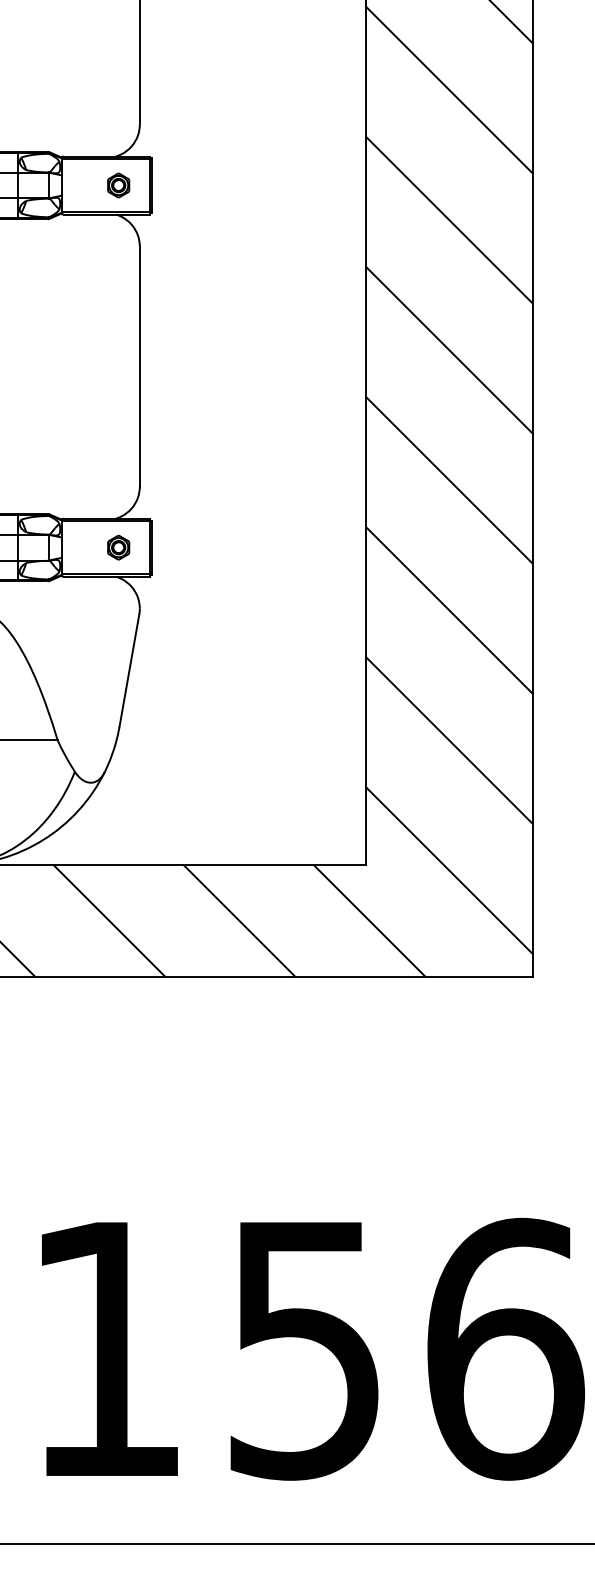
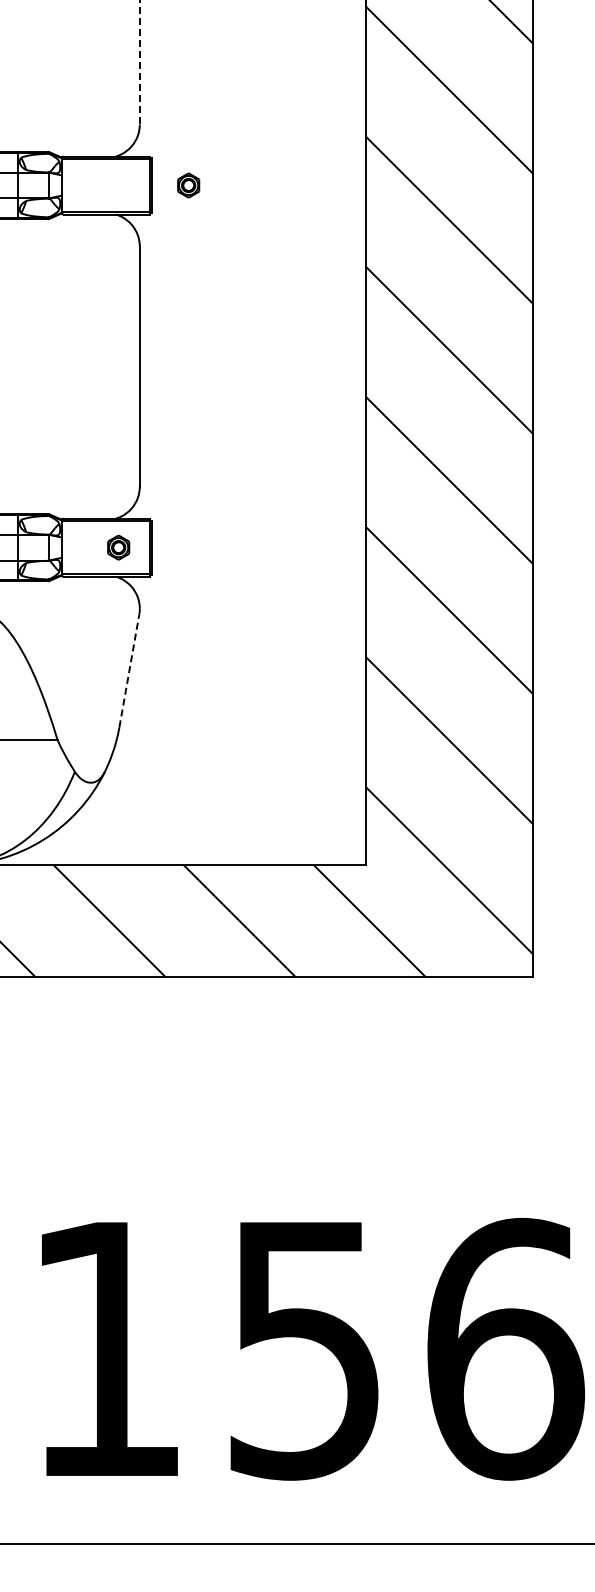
line at (139, 62): solid -> dashed
part at (118, 185) position: (118, 185) -> (188, 185)
line at (129, 670): solid -> dashed
